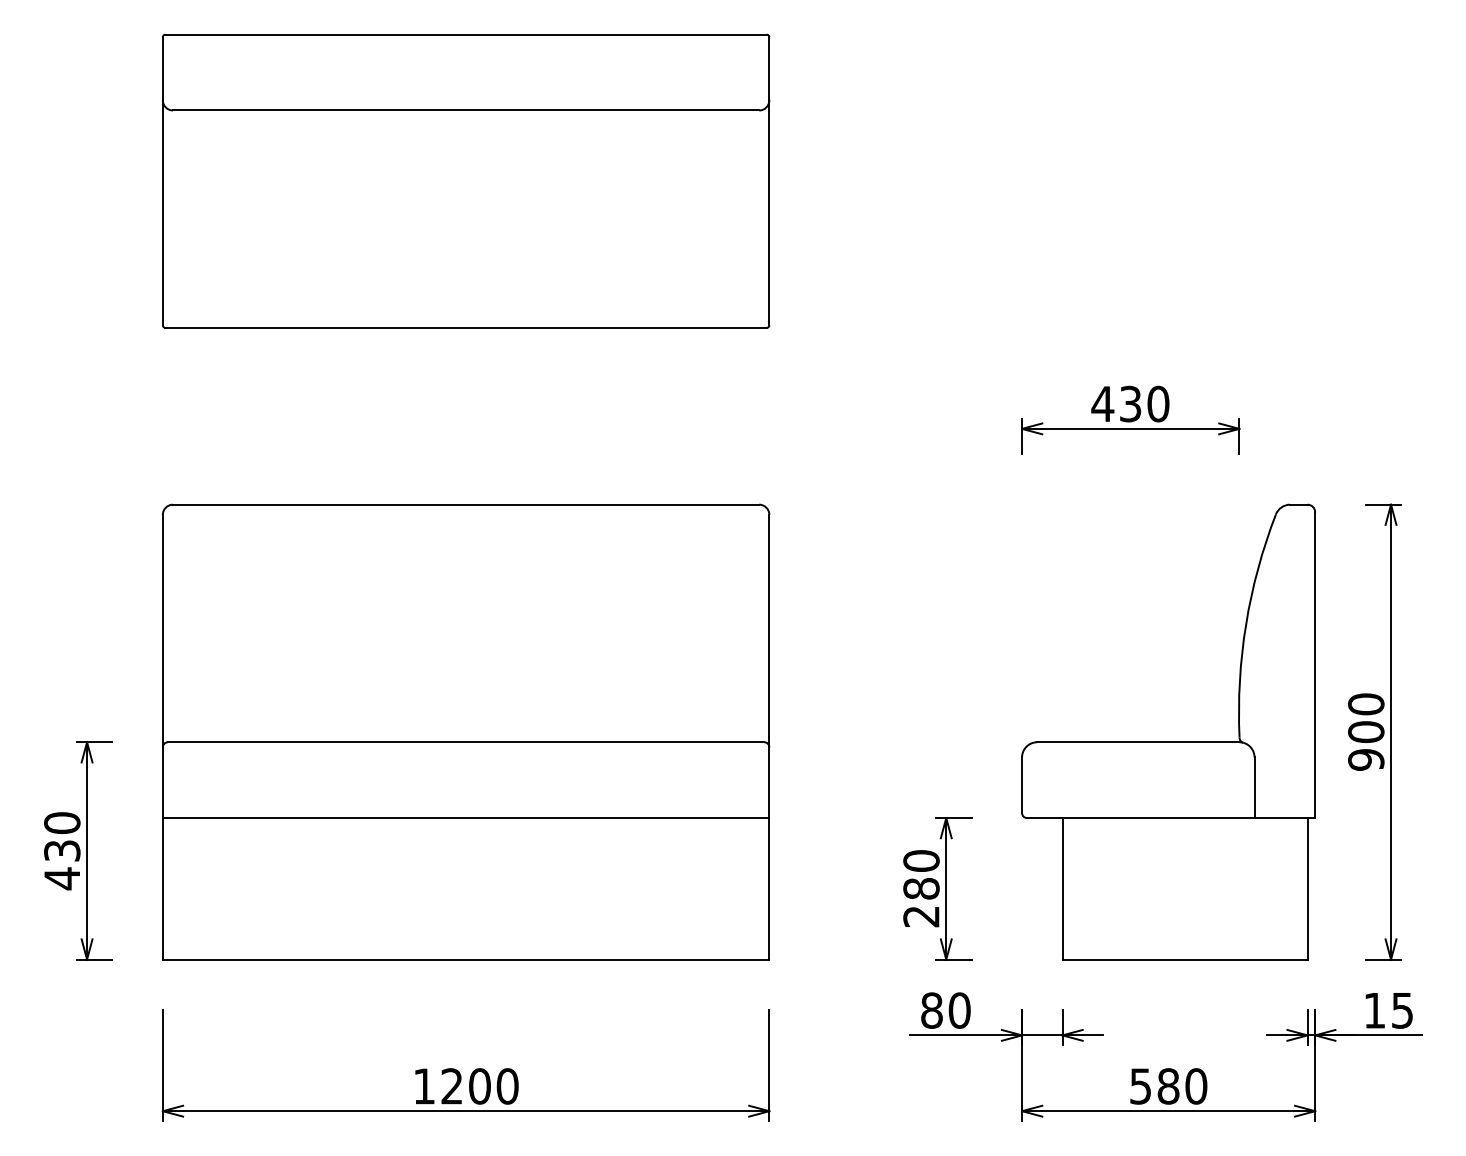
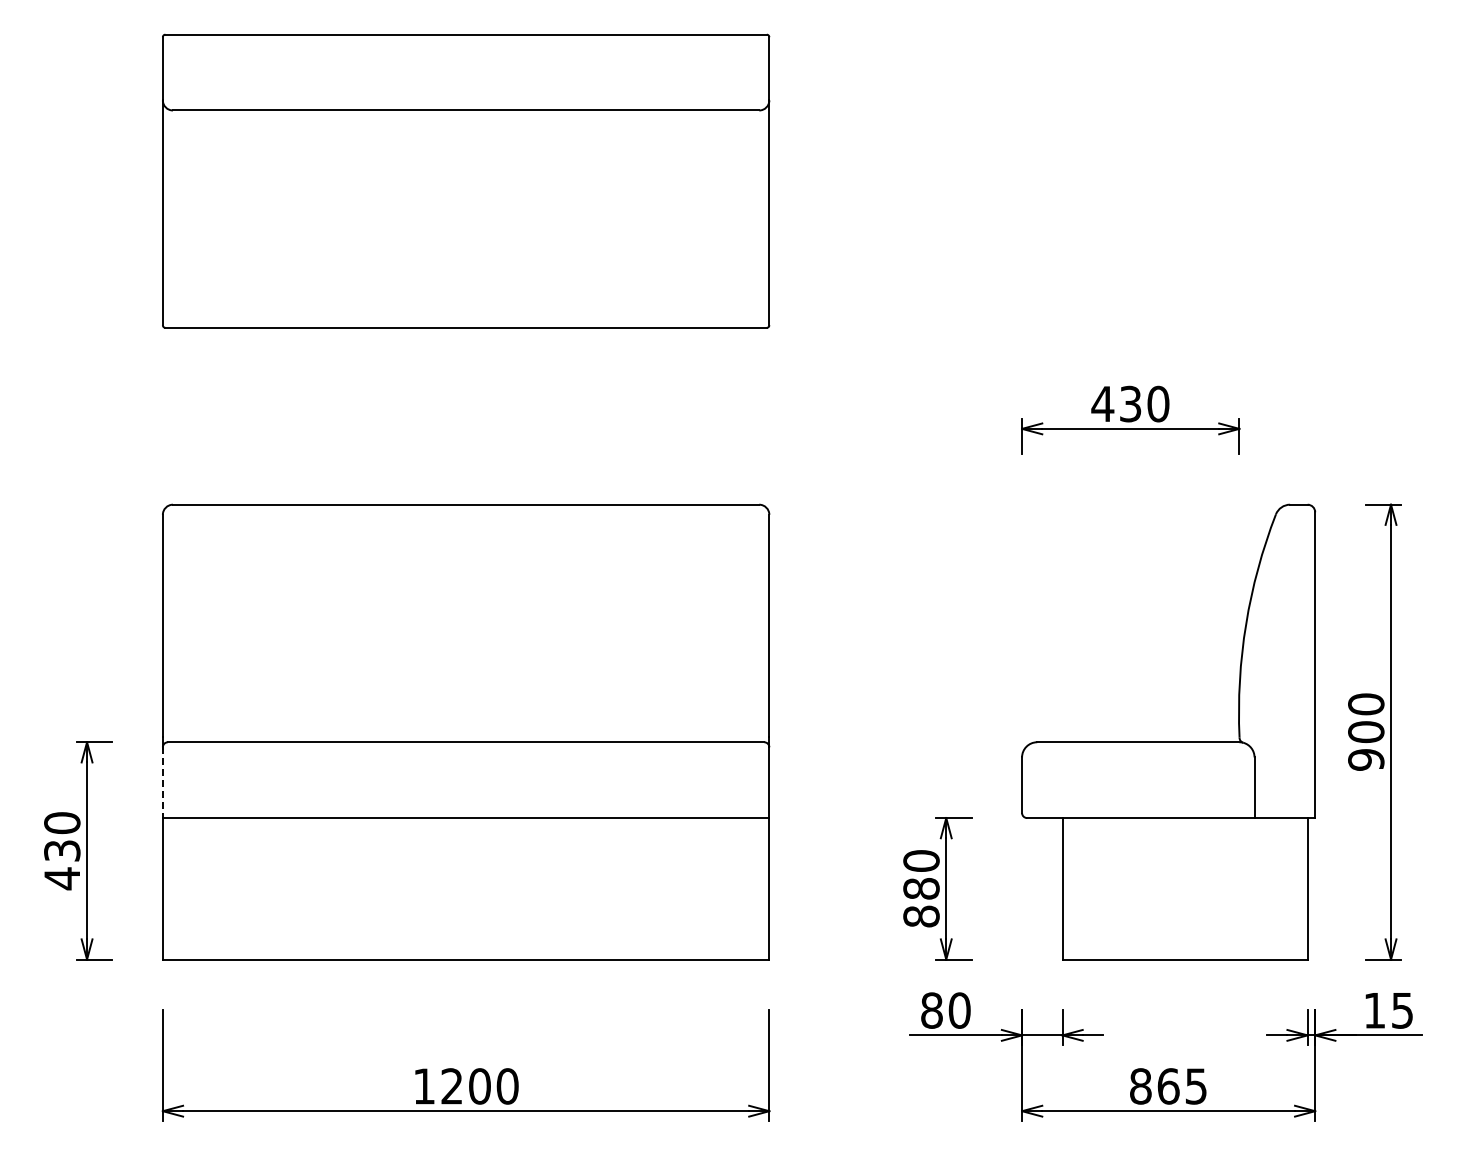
line at (162, 783): solid -> dashed
text at (921, 916): 280 -> 880
text at (1168, 1086): 580 -> 865
